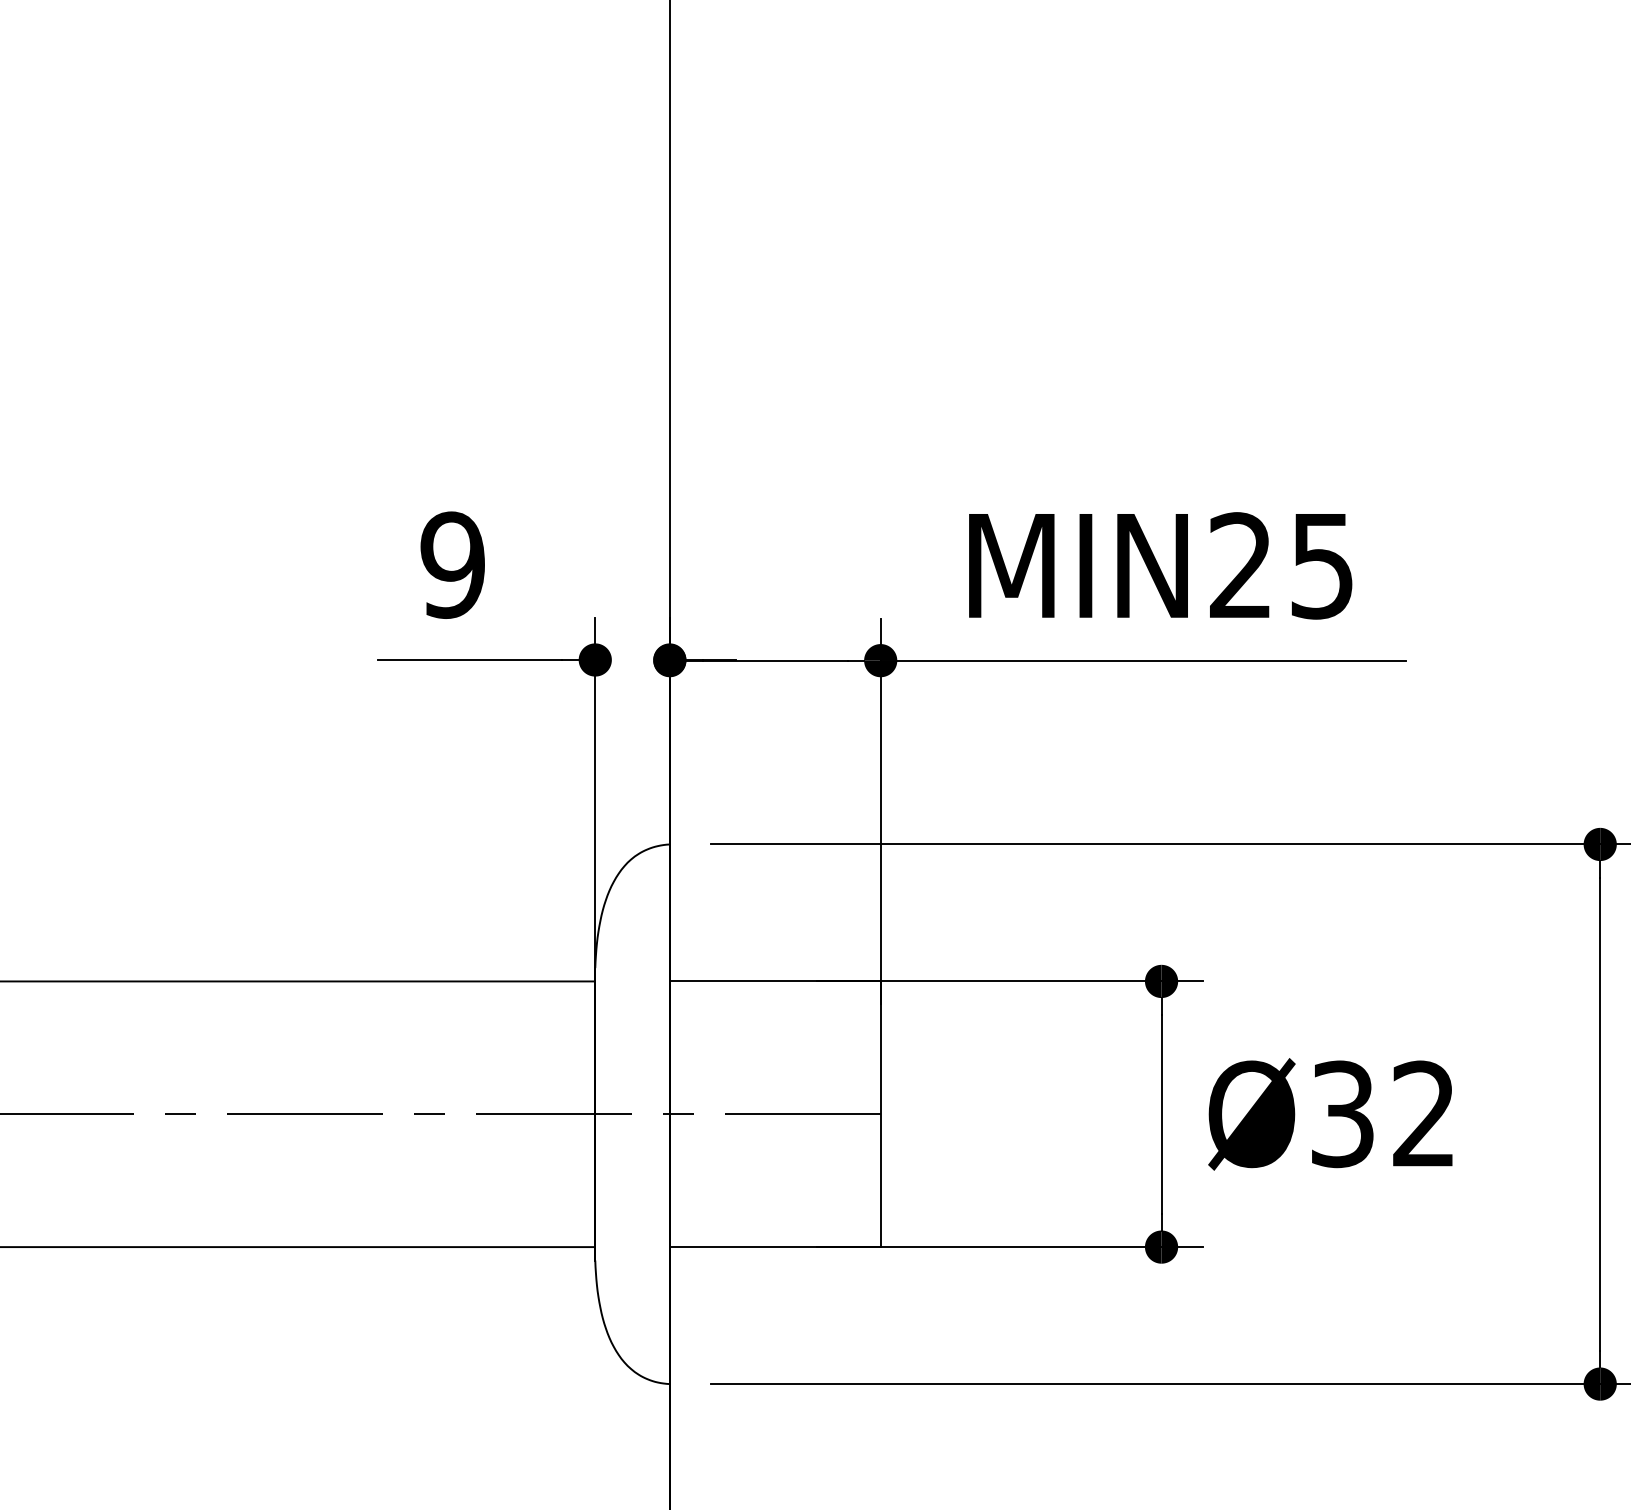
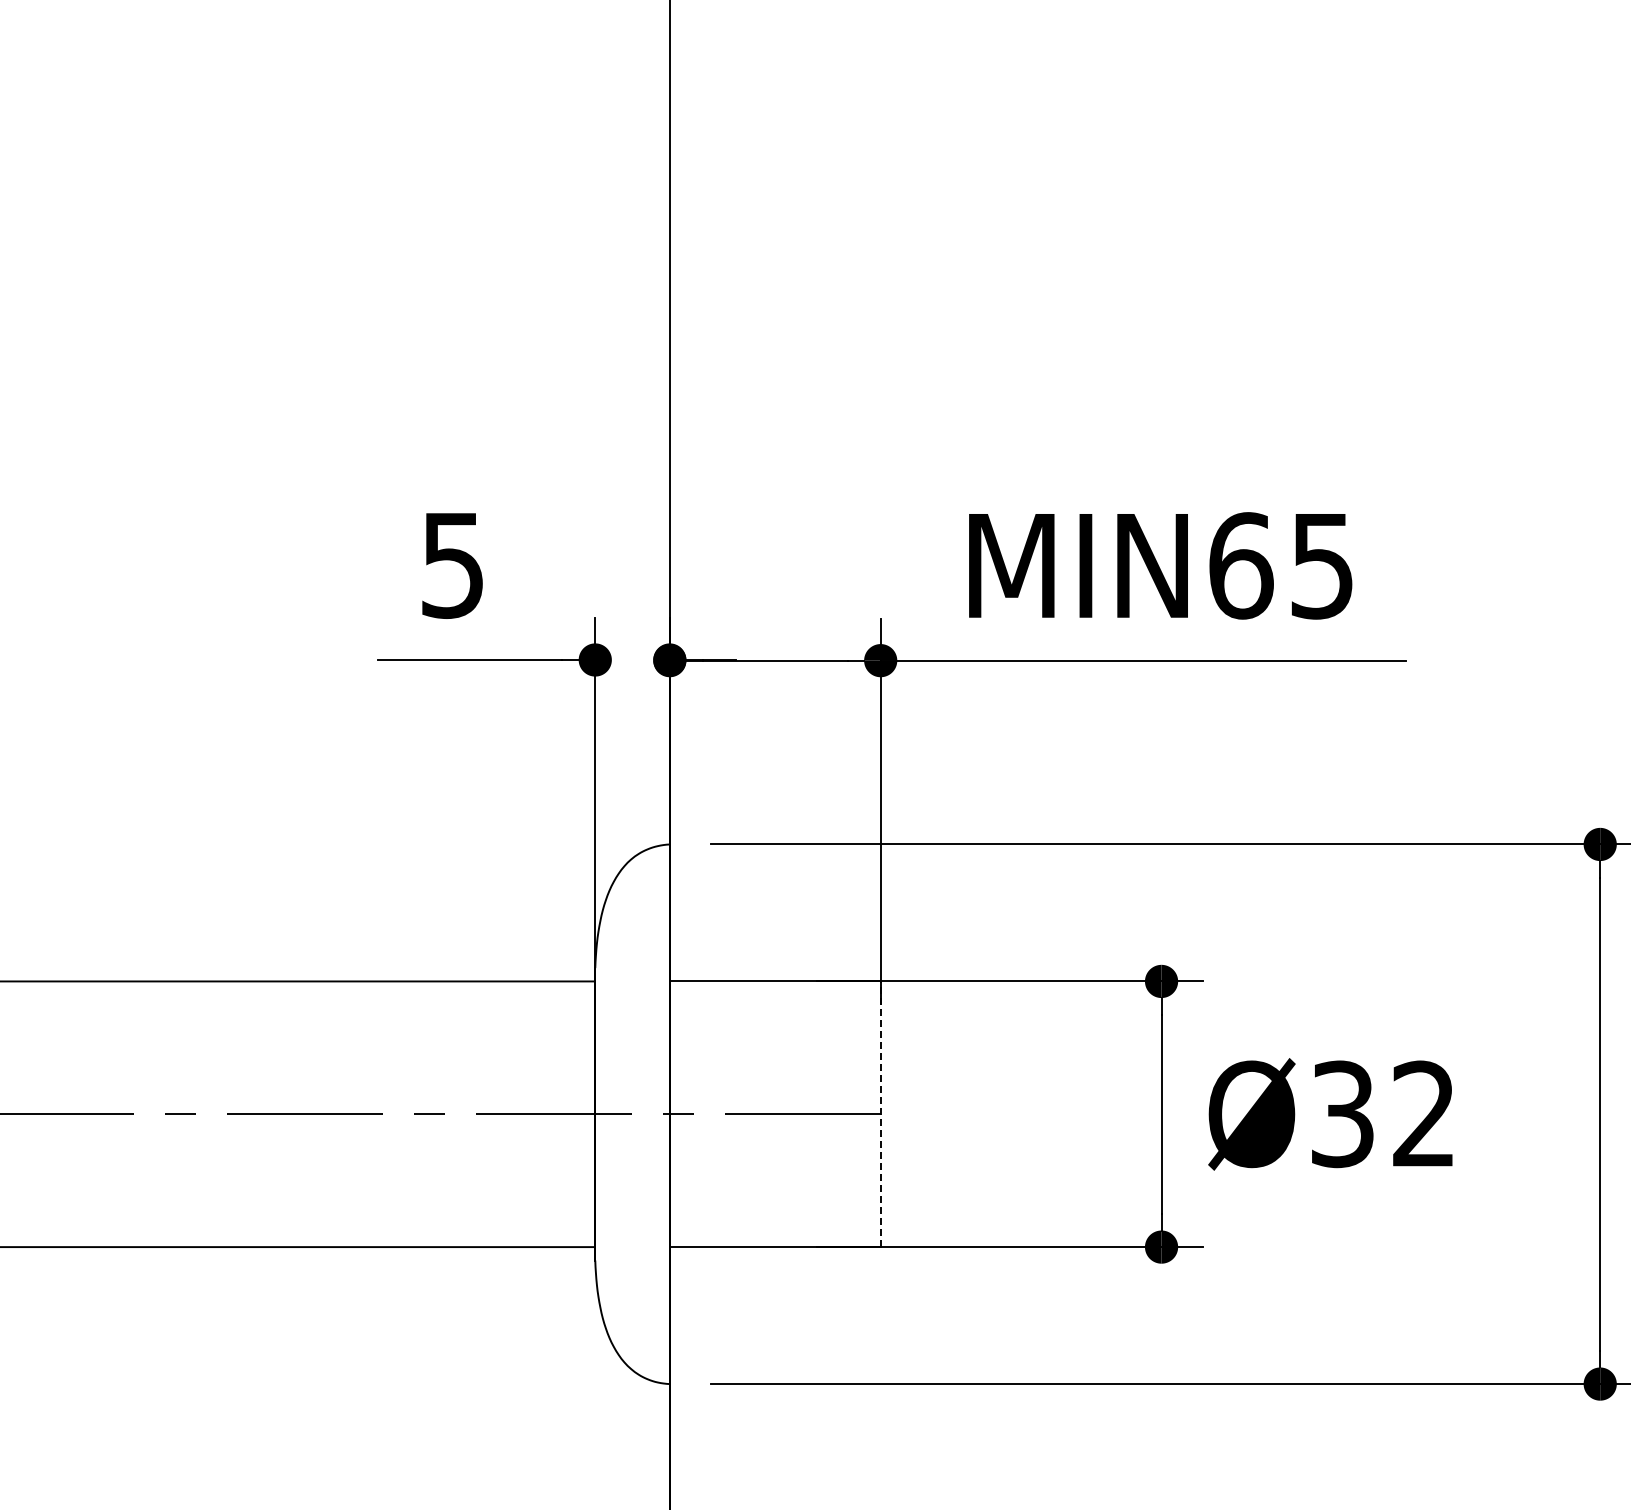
text at (452, 564): 9 -> 5
text at (1241, 565): MIN25 -> MIN65
line at (880, 1114): solid -> dashed
